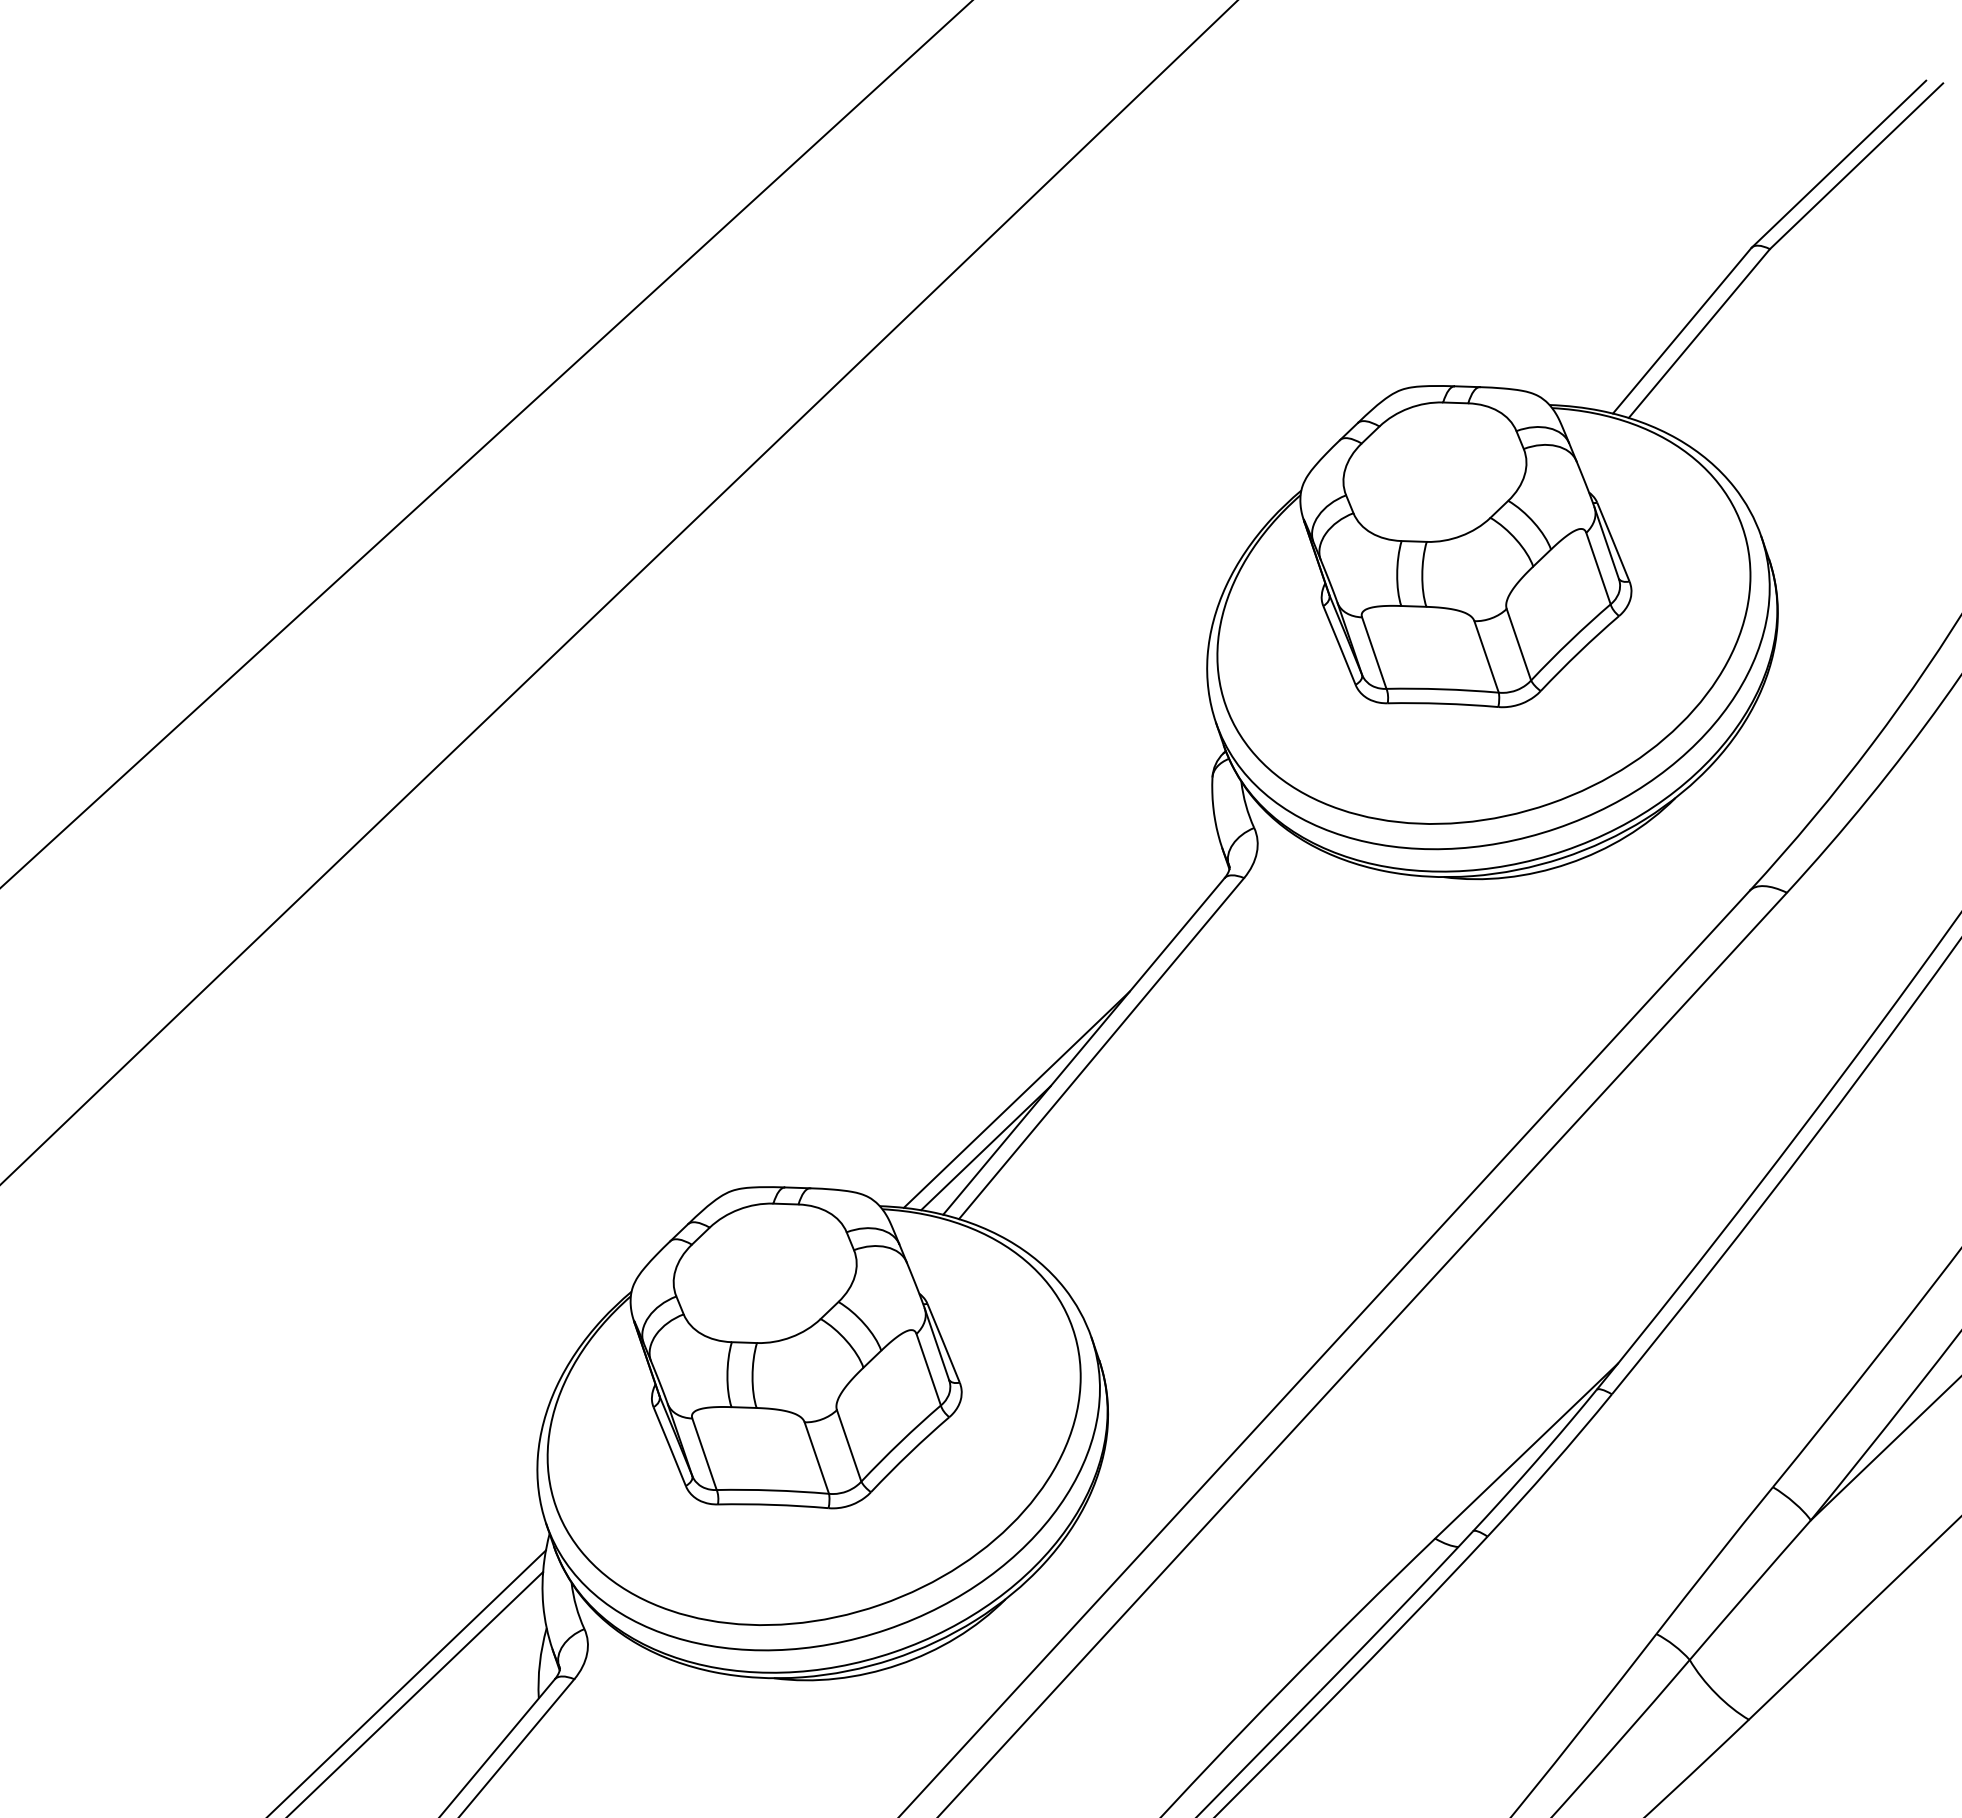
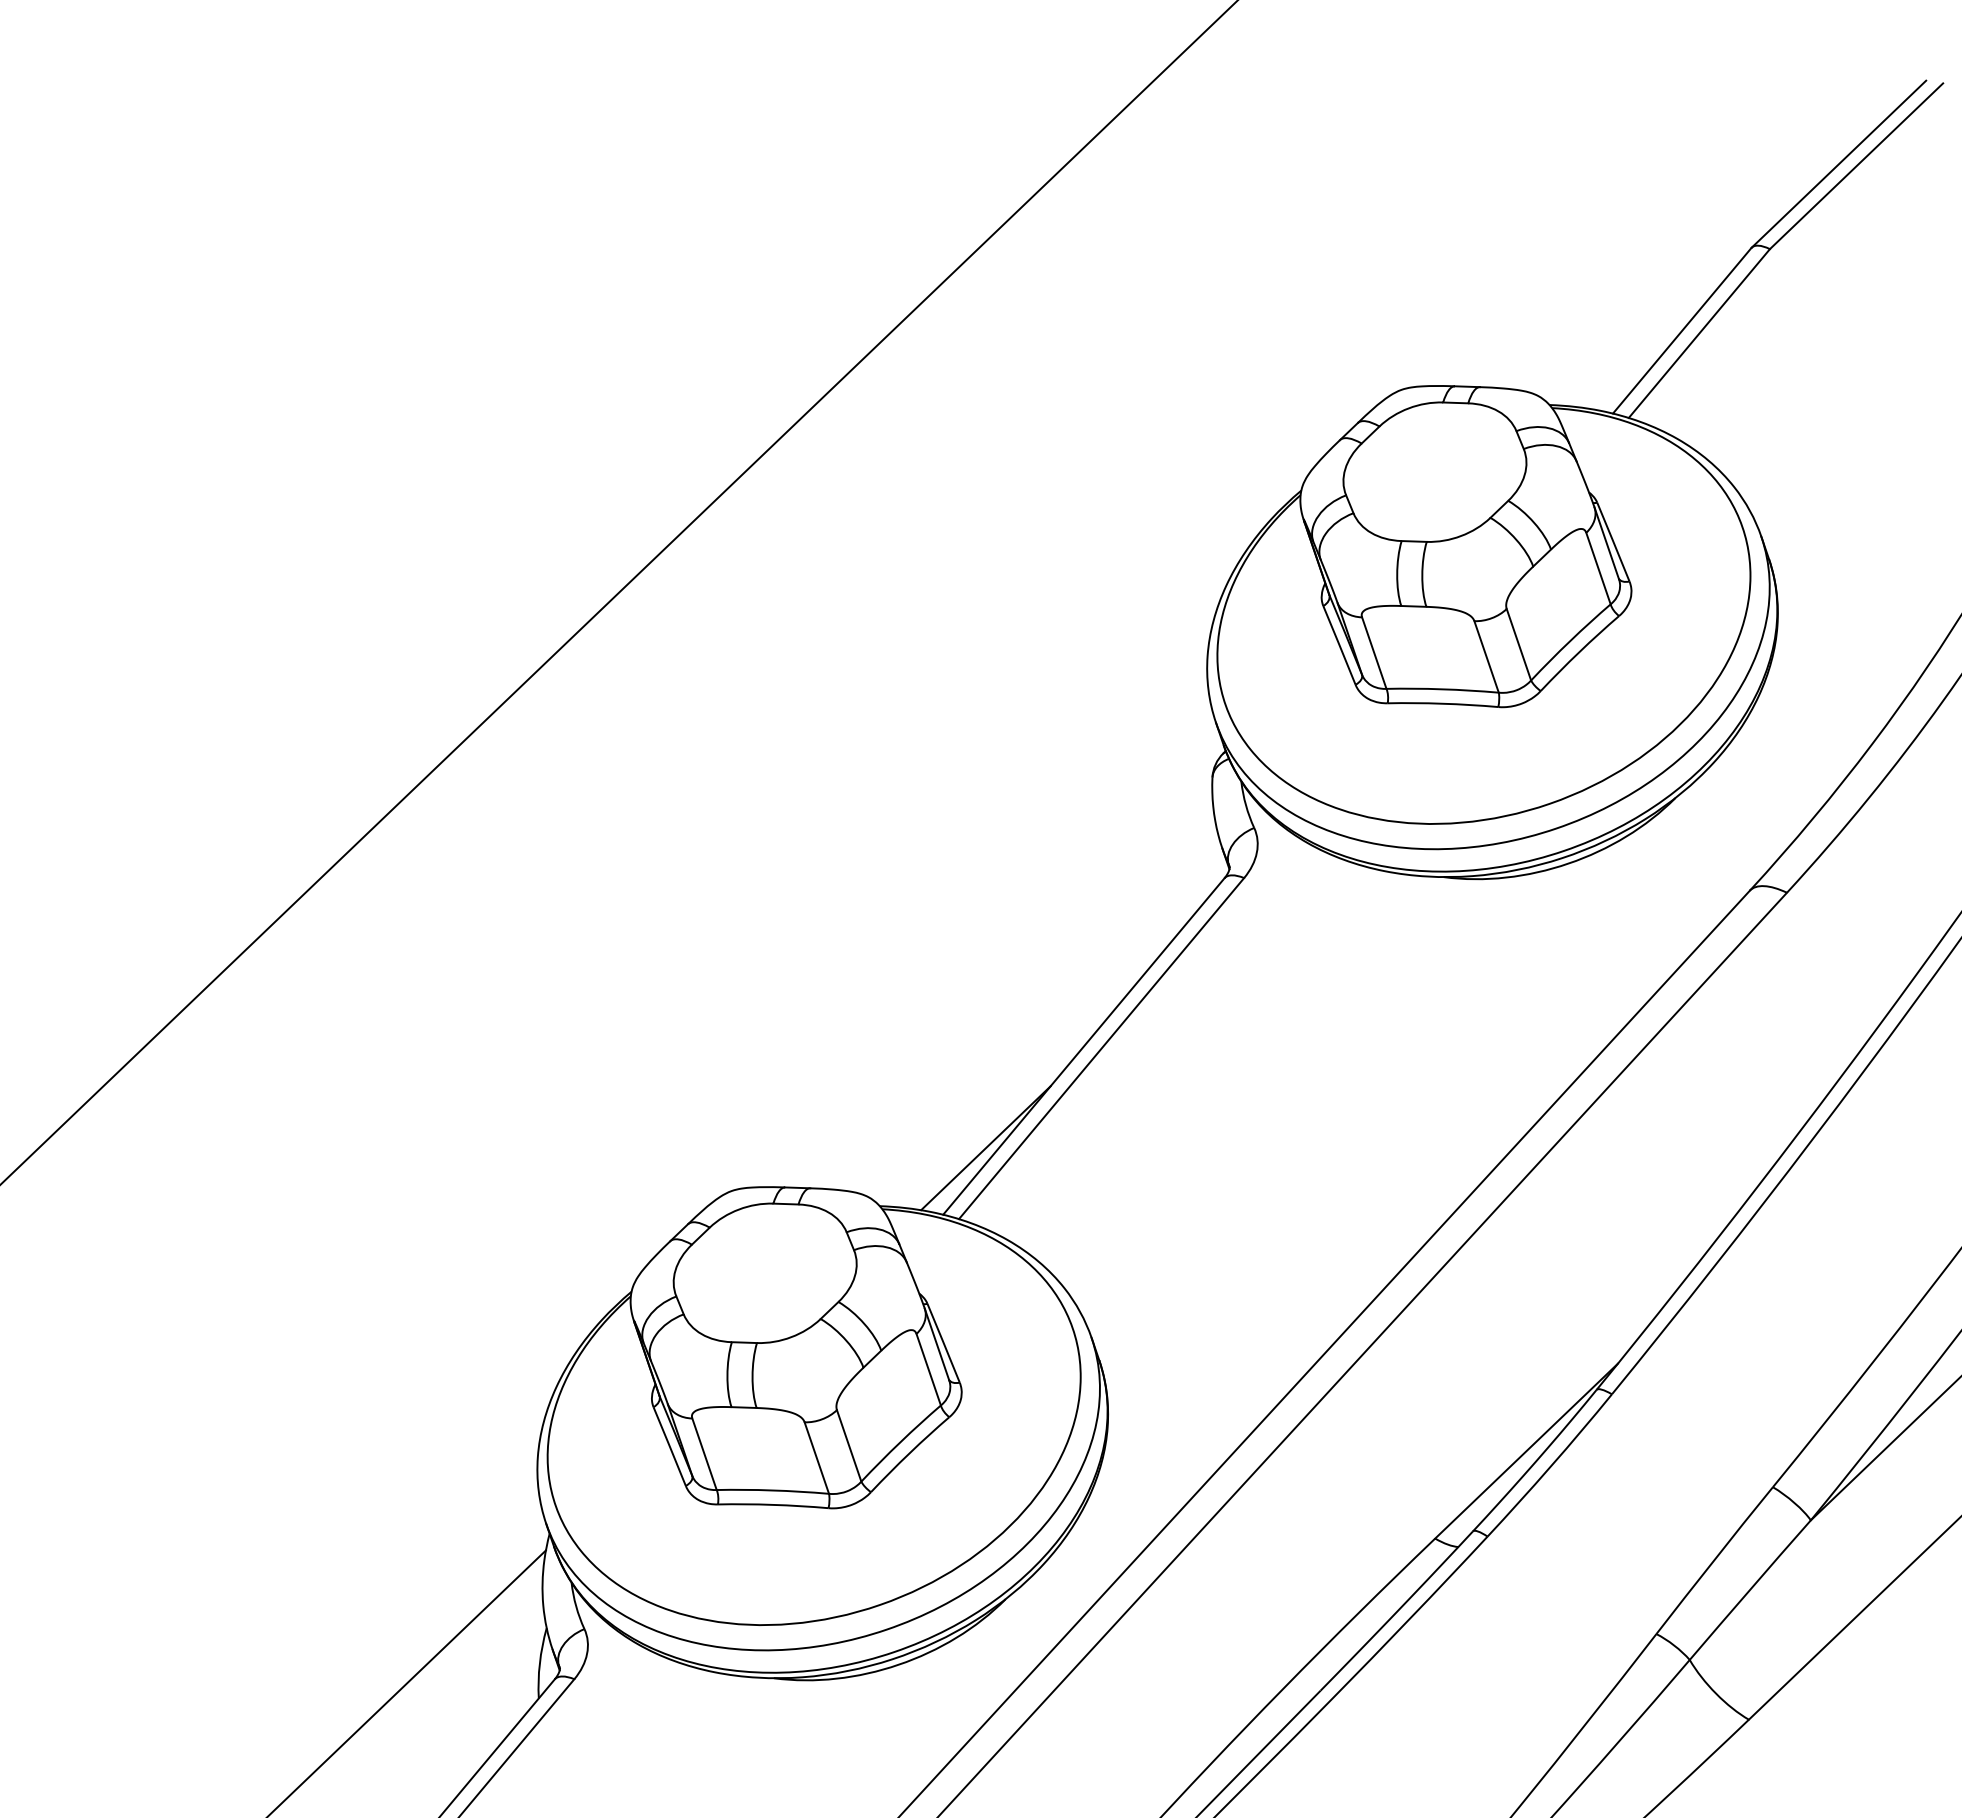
line at (486, 444): present -> none
line at (1016, 1099): present -> none
line at (416, 1693): present -> none
